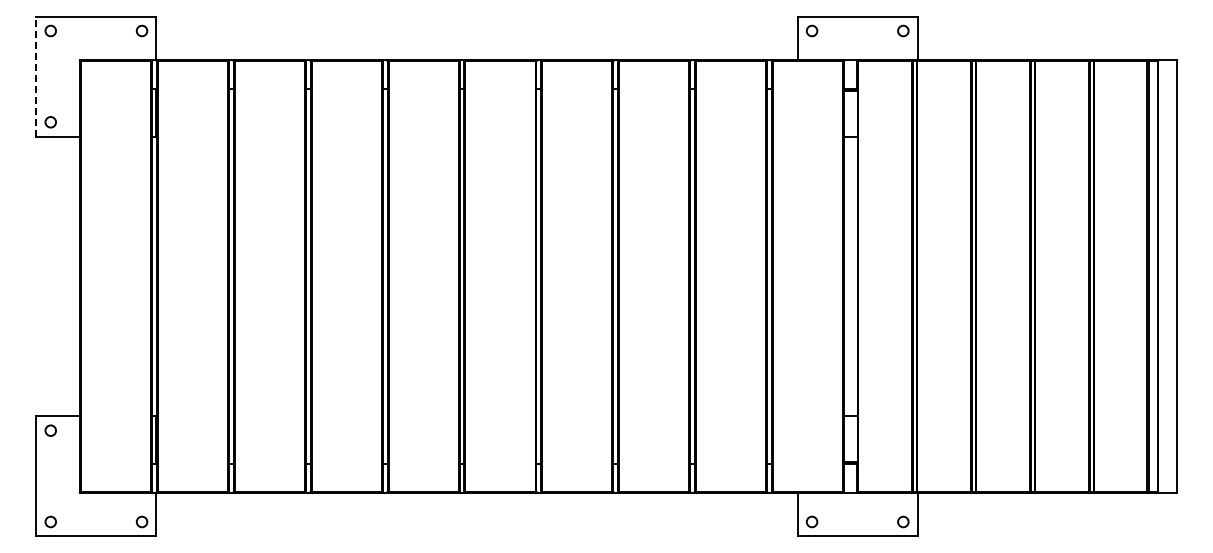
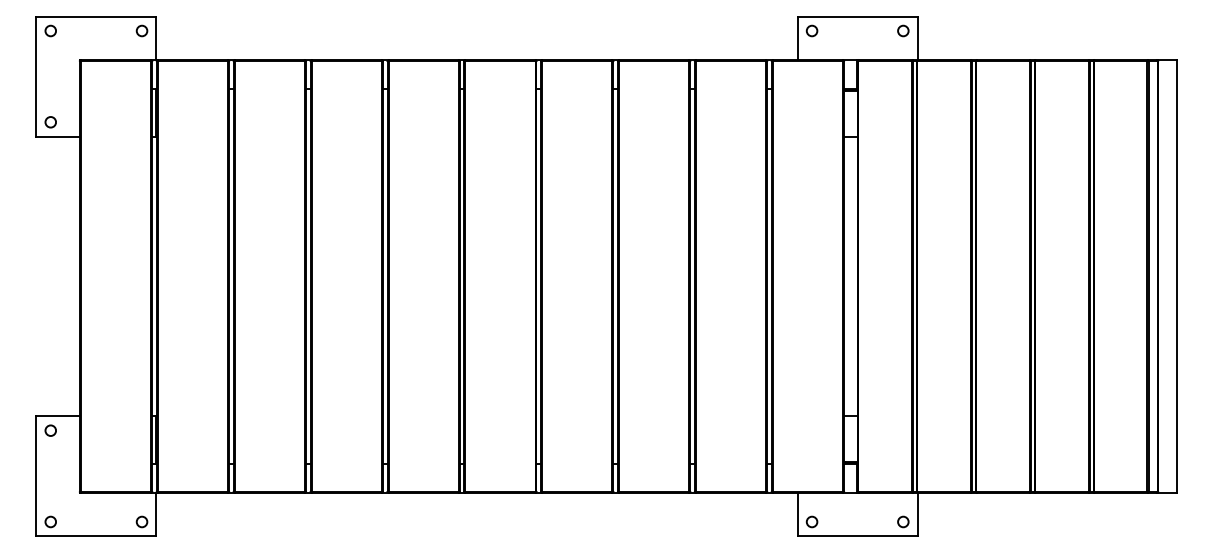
line at (36, 76): dashed -> solid
